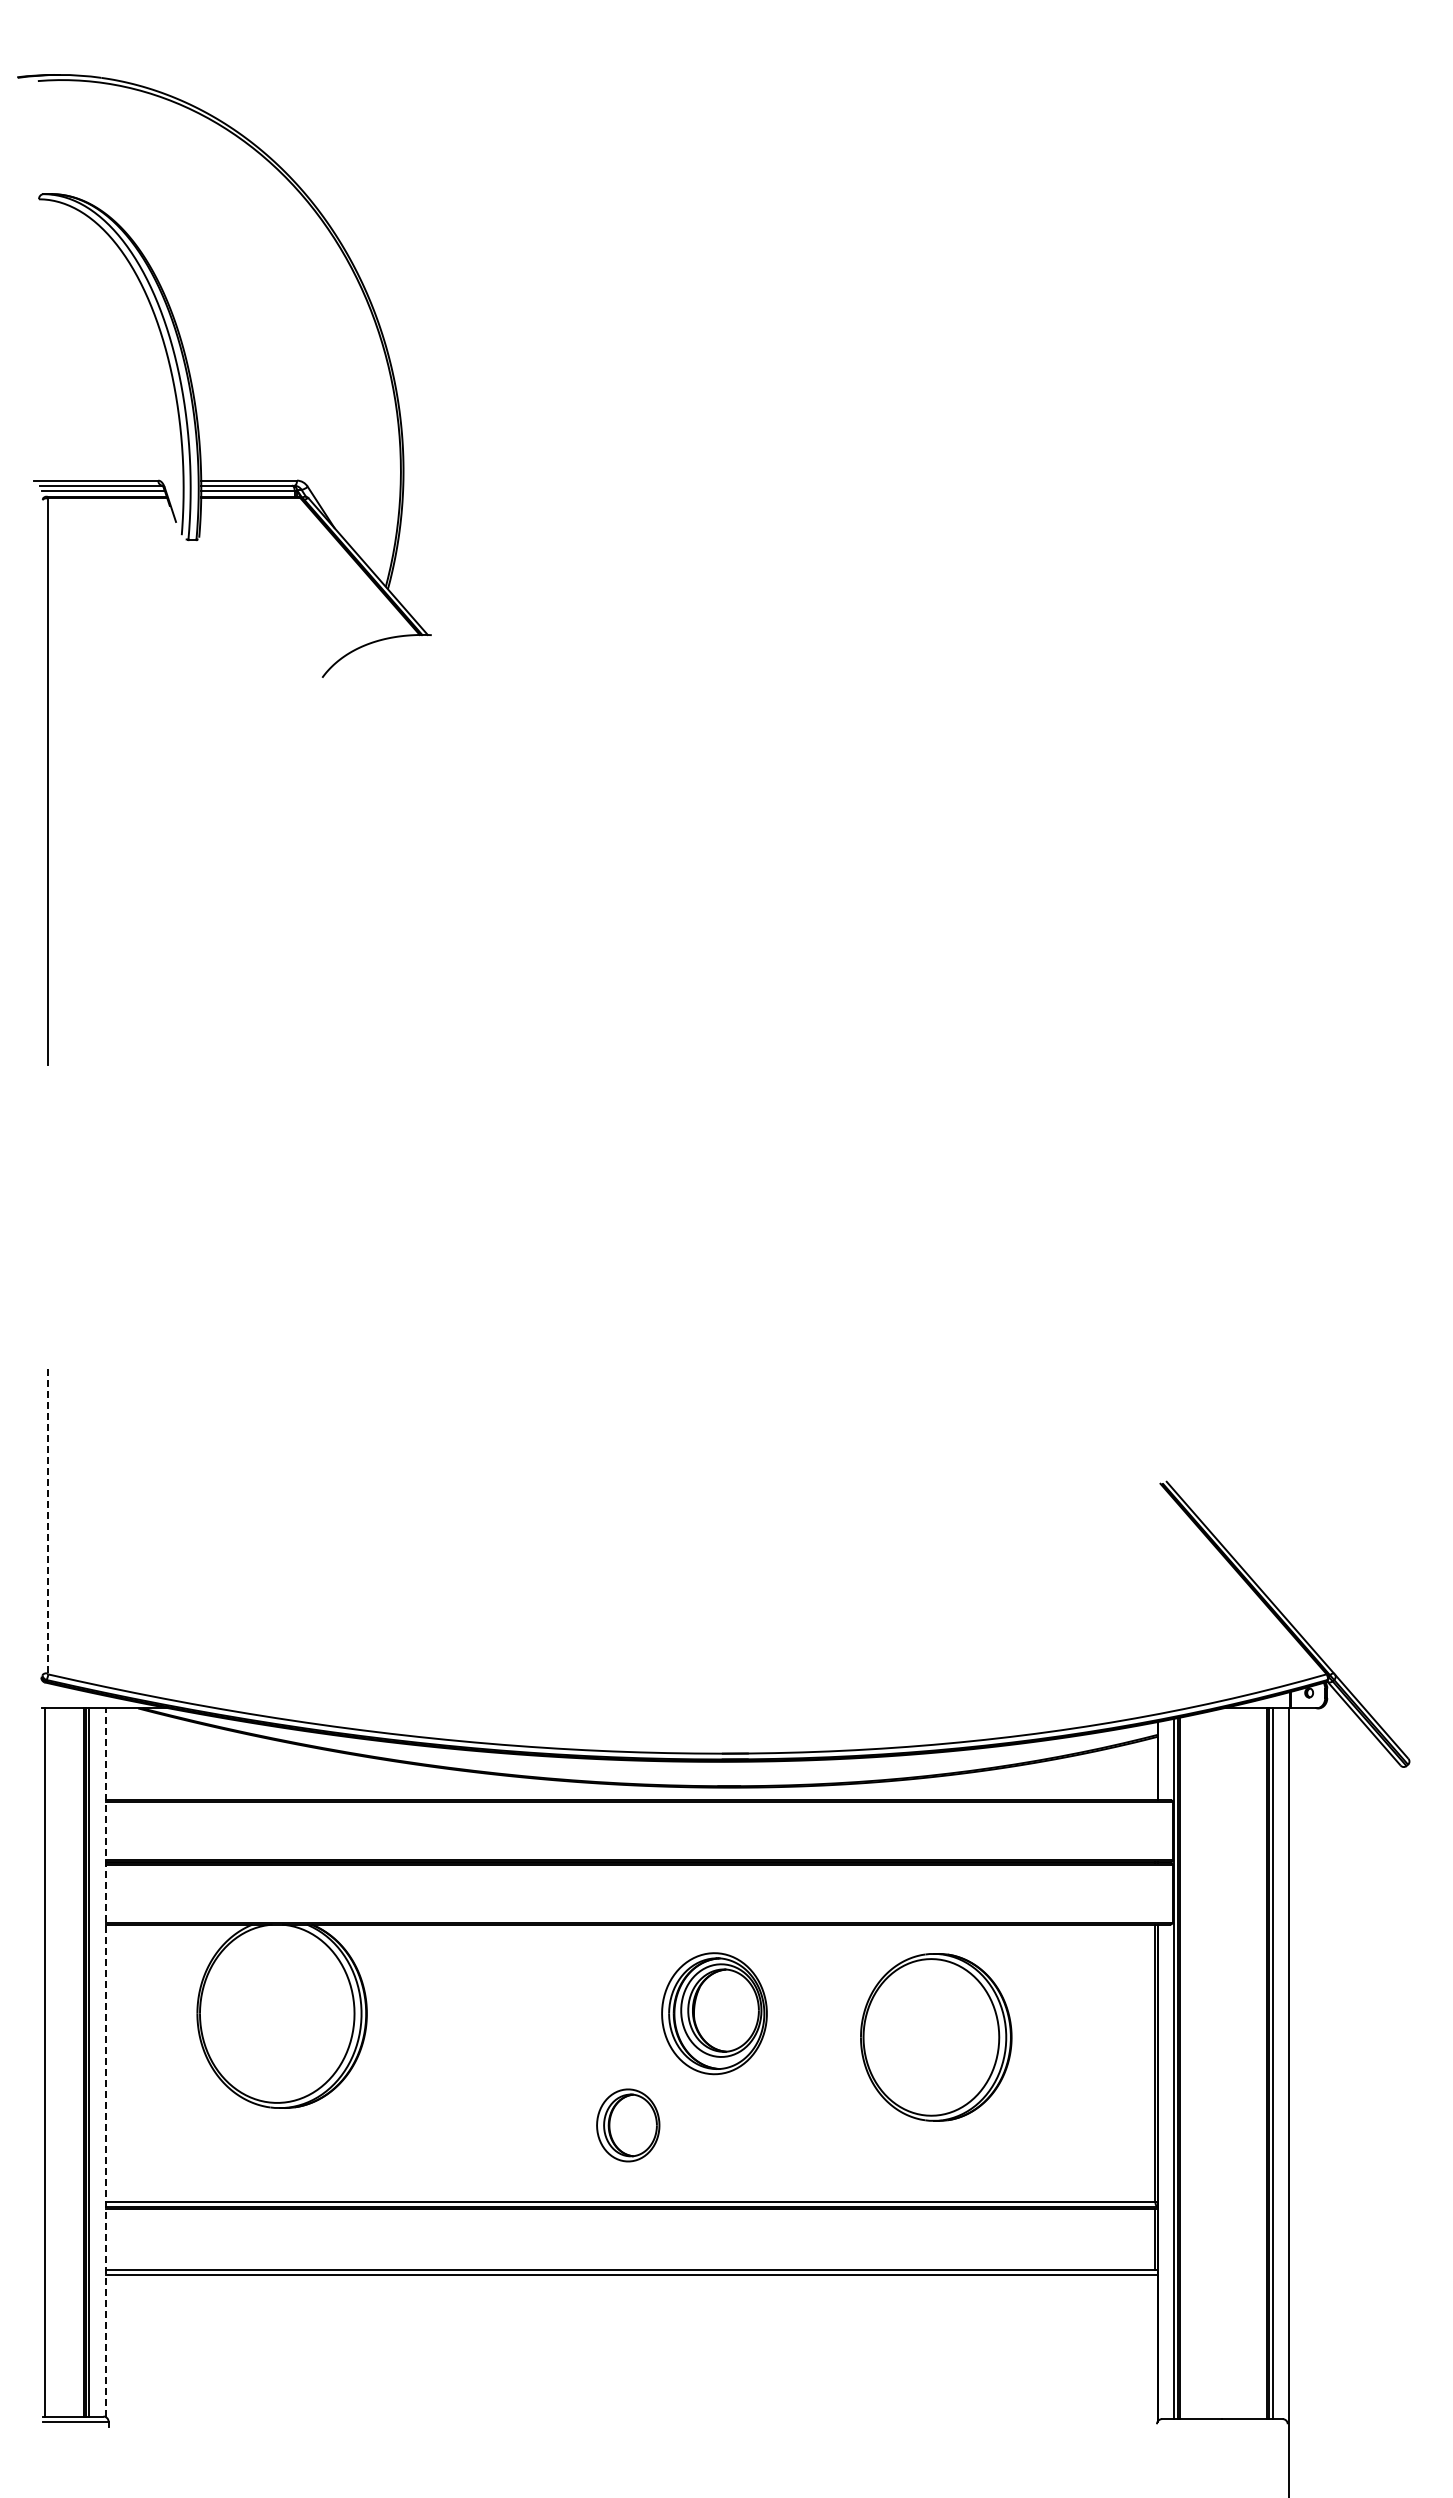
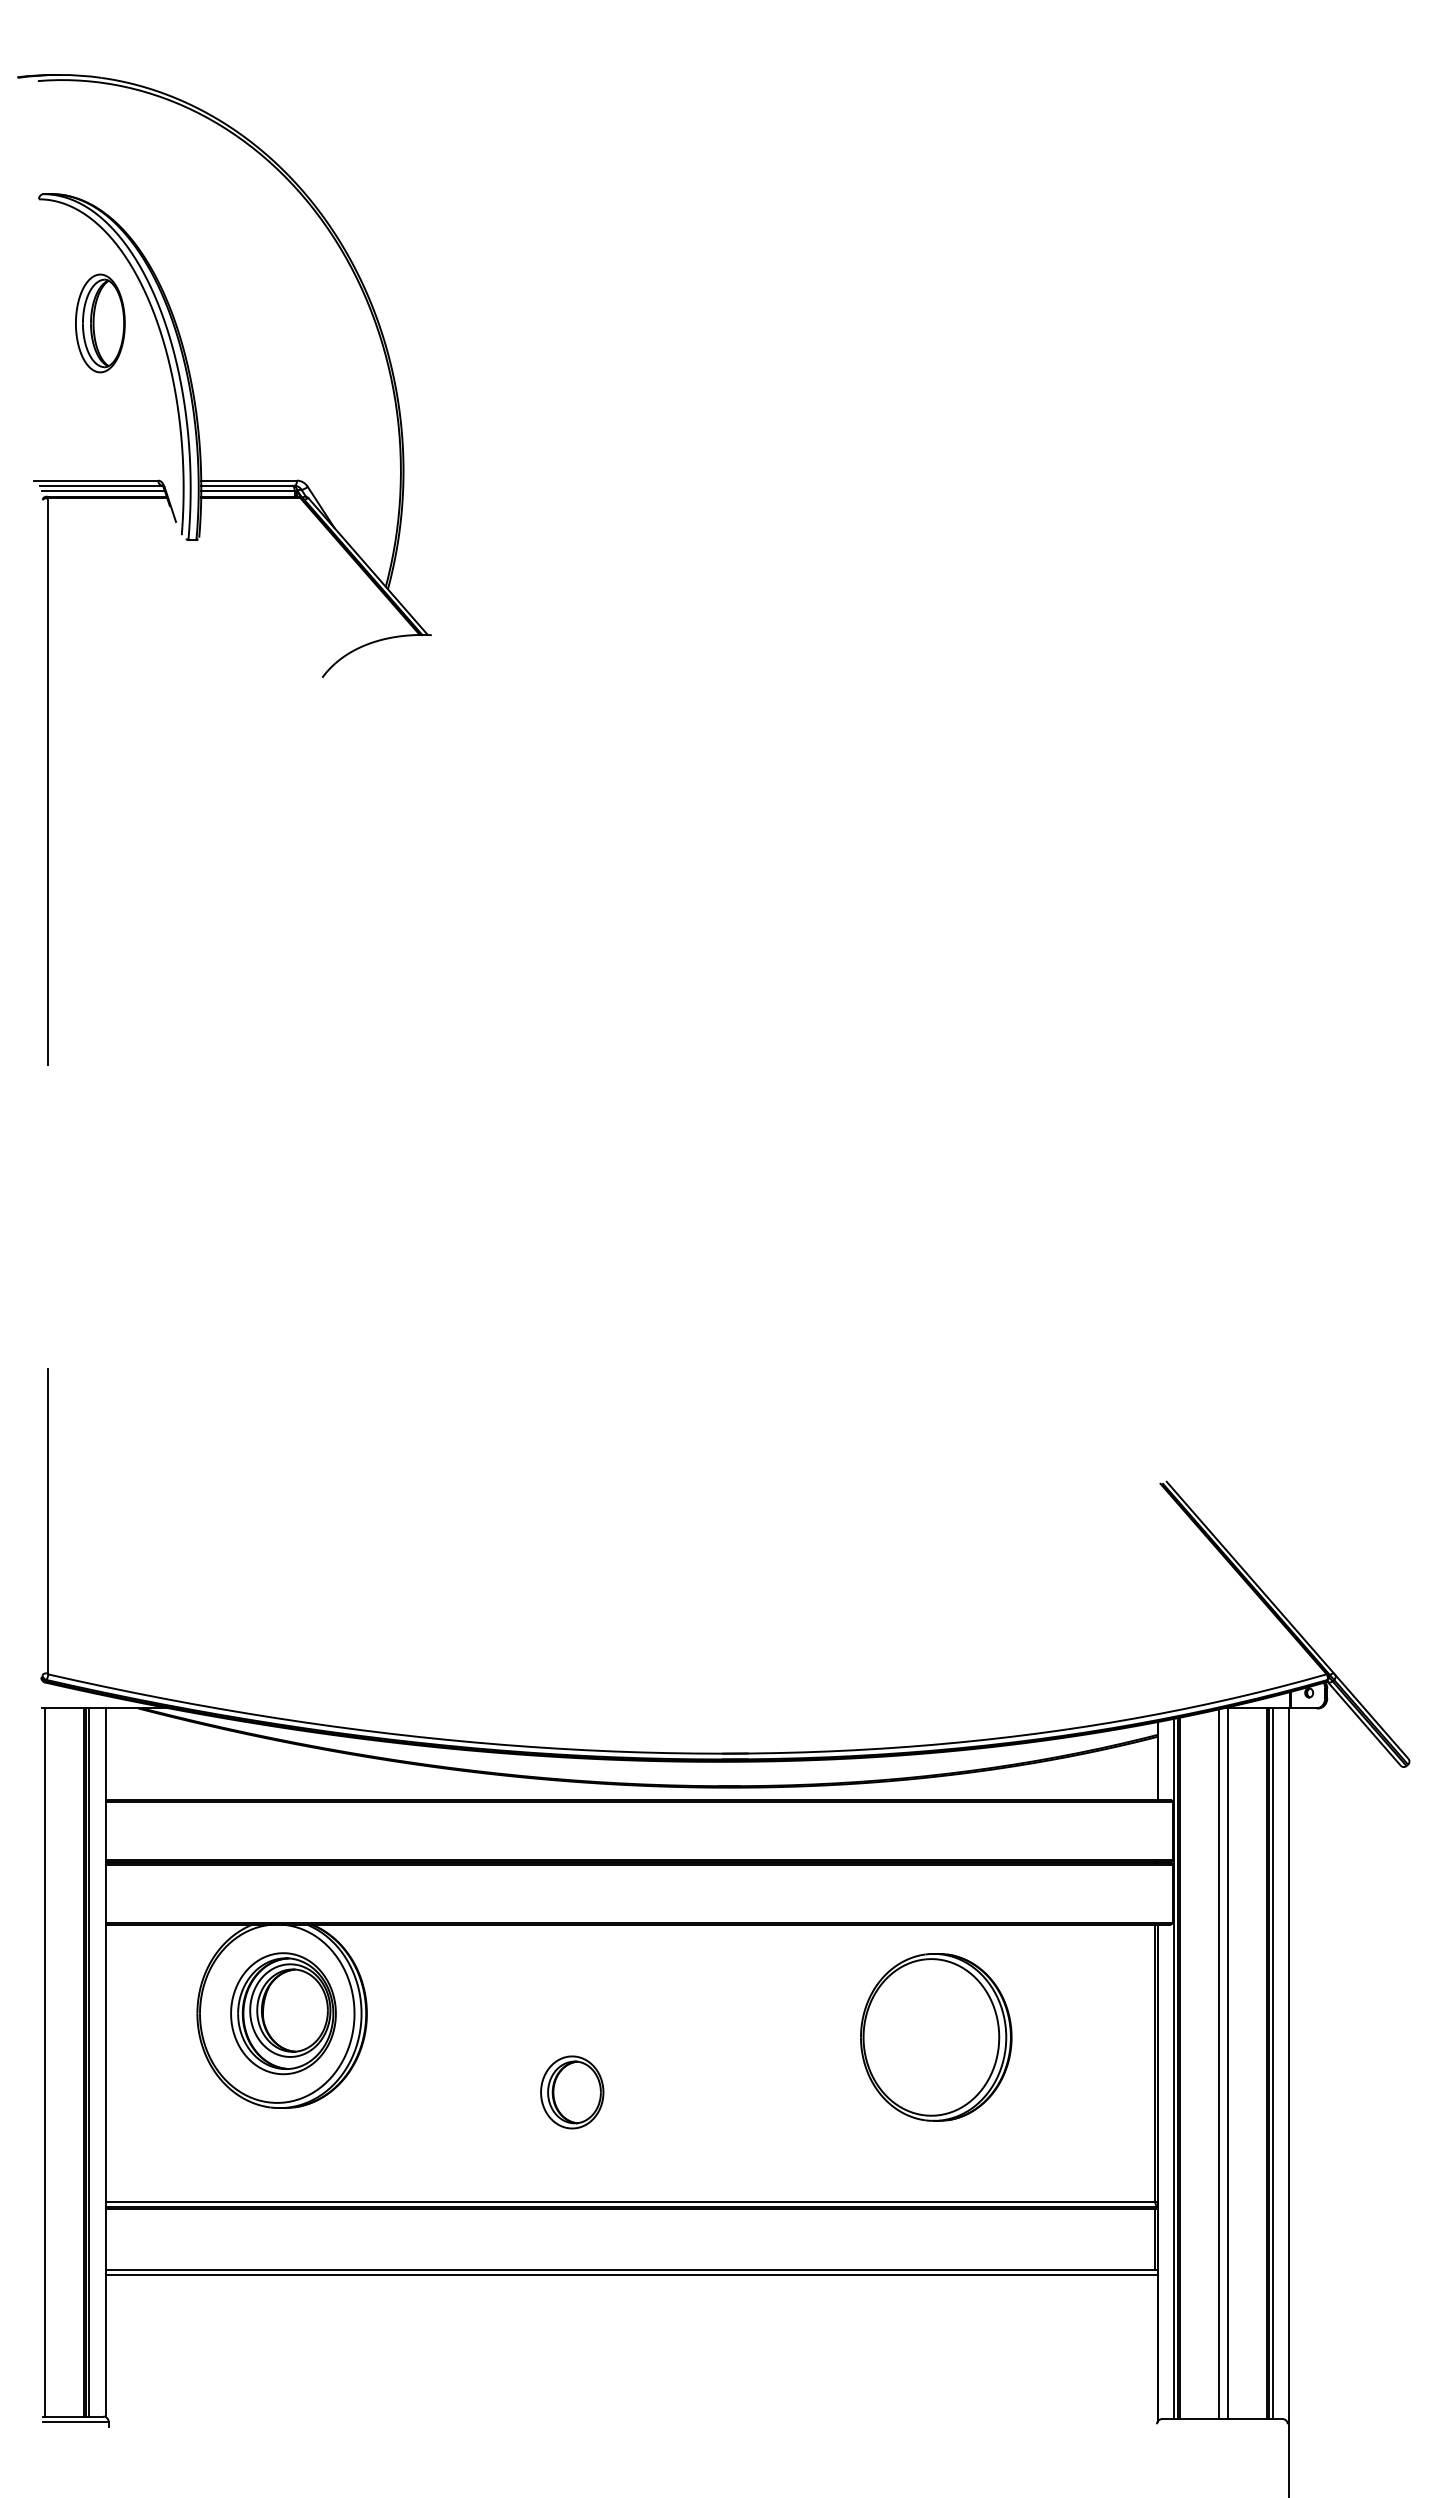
part at (100, 323): none -> present
line at (47, 1521): dashed -> solid
part at (714, 2013) position: (714, 2013) -> (283, 2013)
line at (105, 2062): dashed -> solid
line at (1227, 2063): none -> present
line at (1219, 2064): none -> present
part at (628, 2125) position: (628, 2125) -> (572, 2092)
